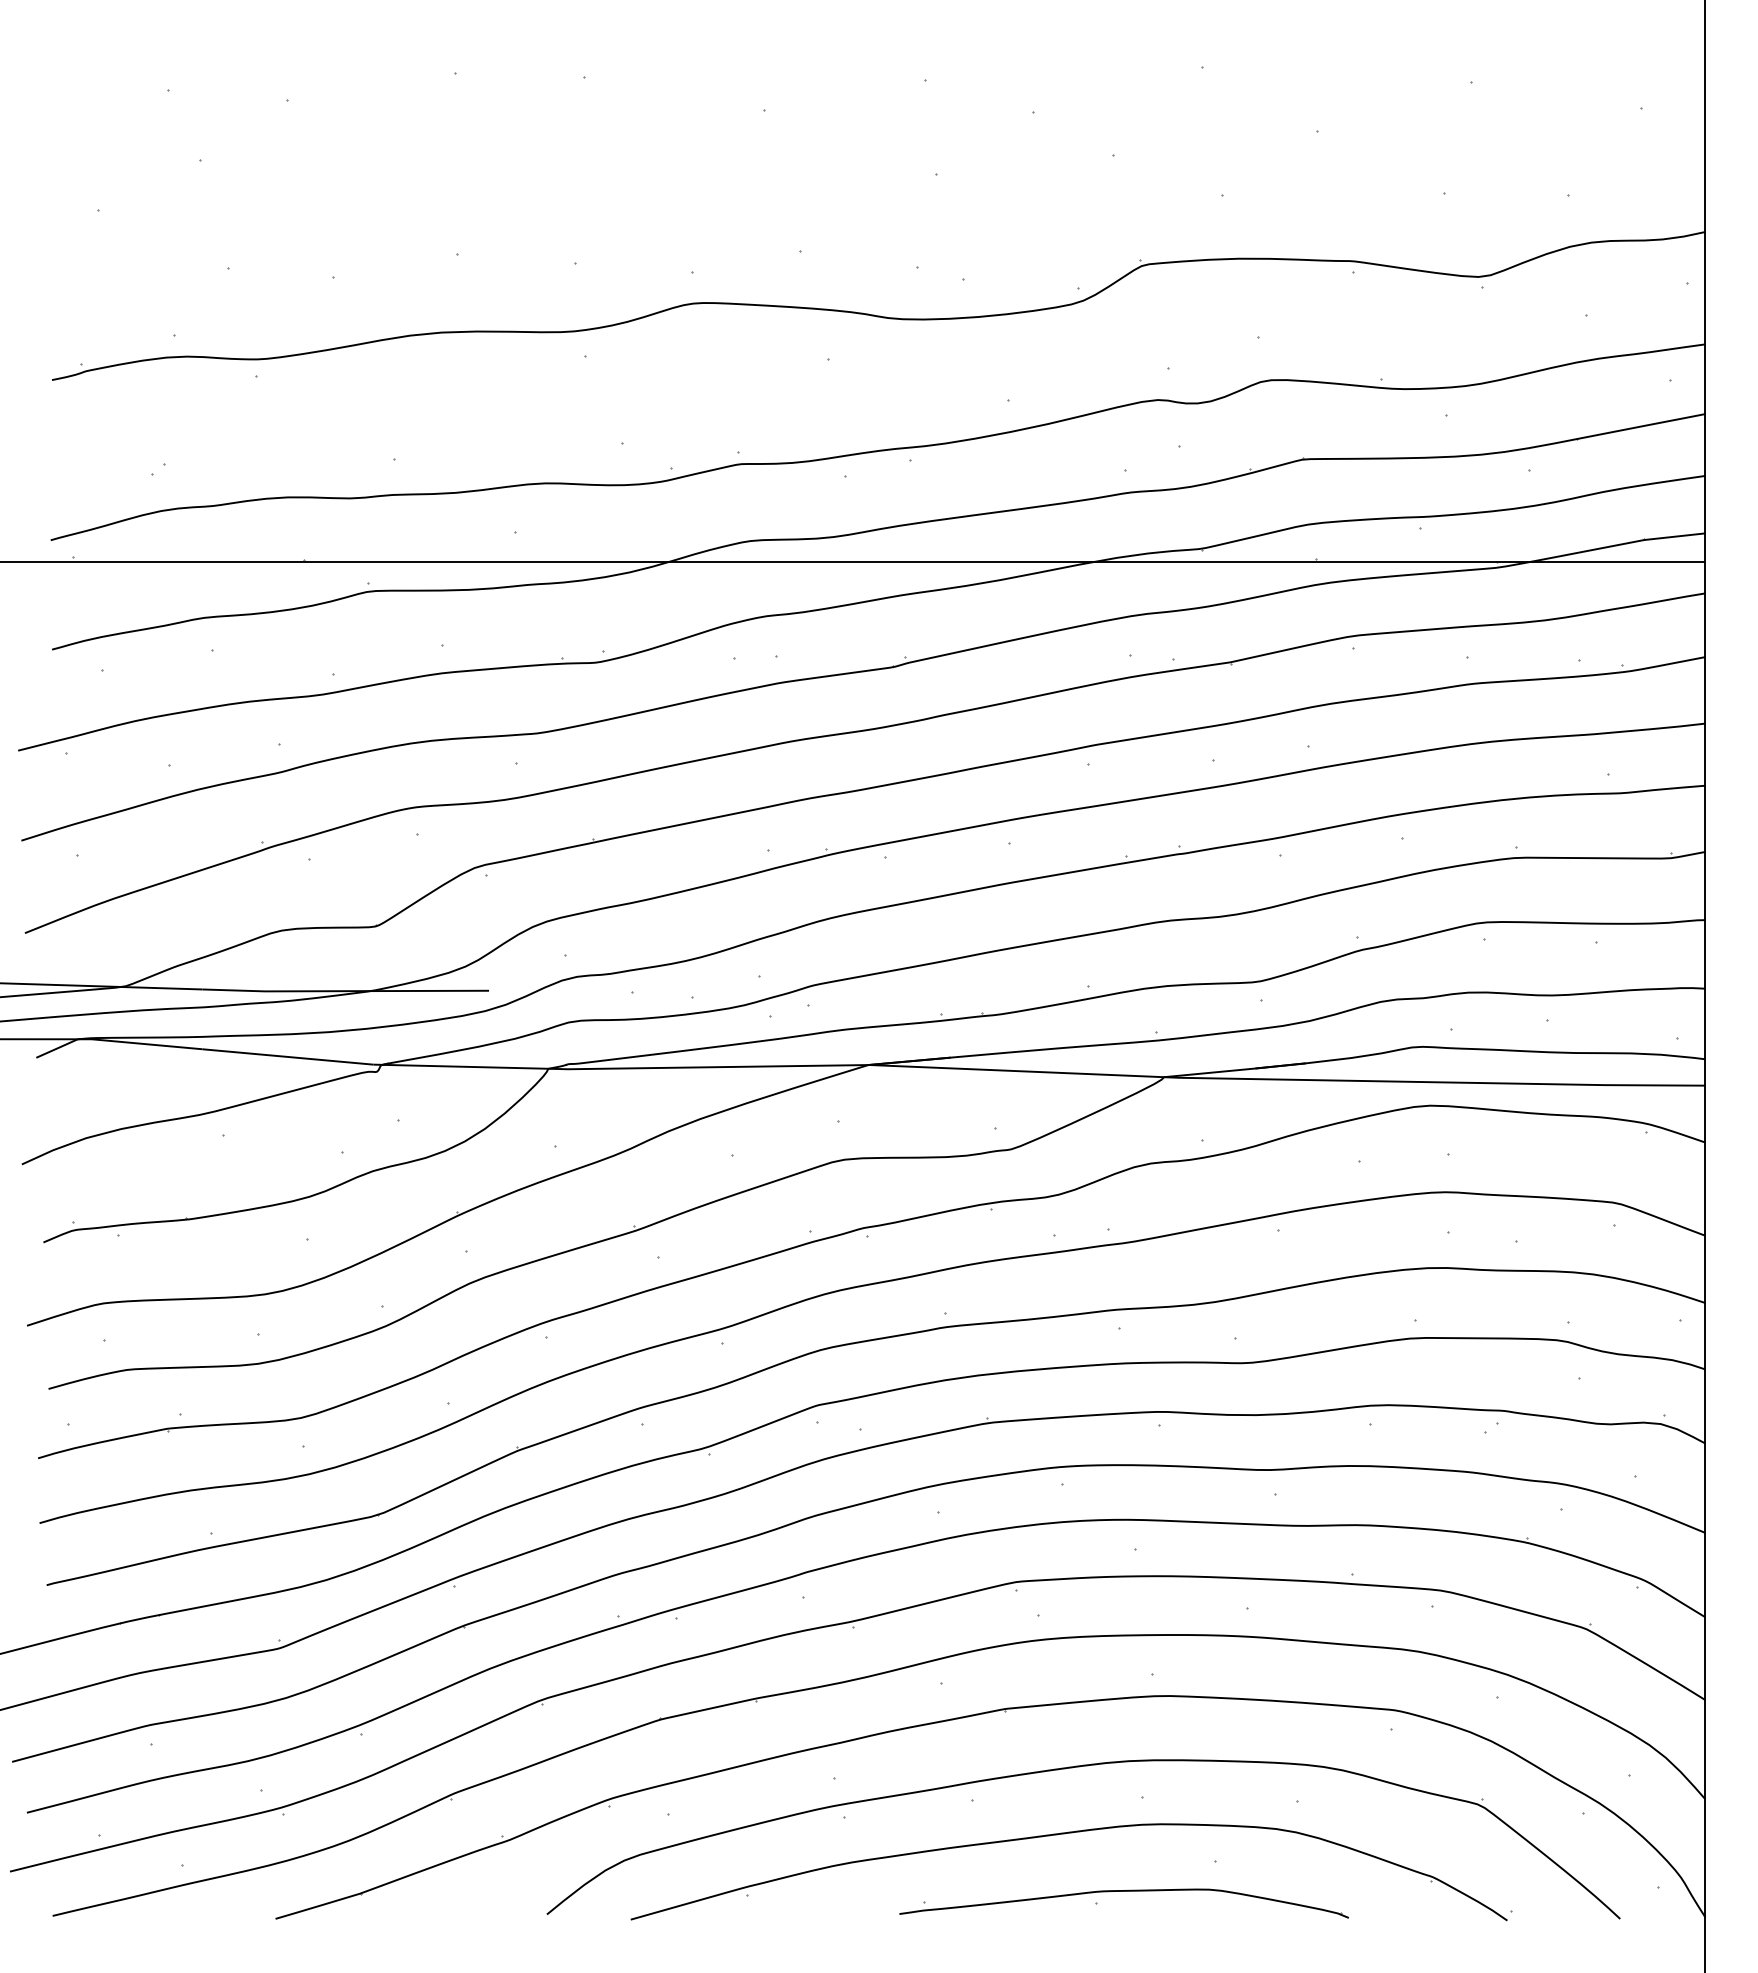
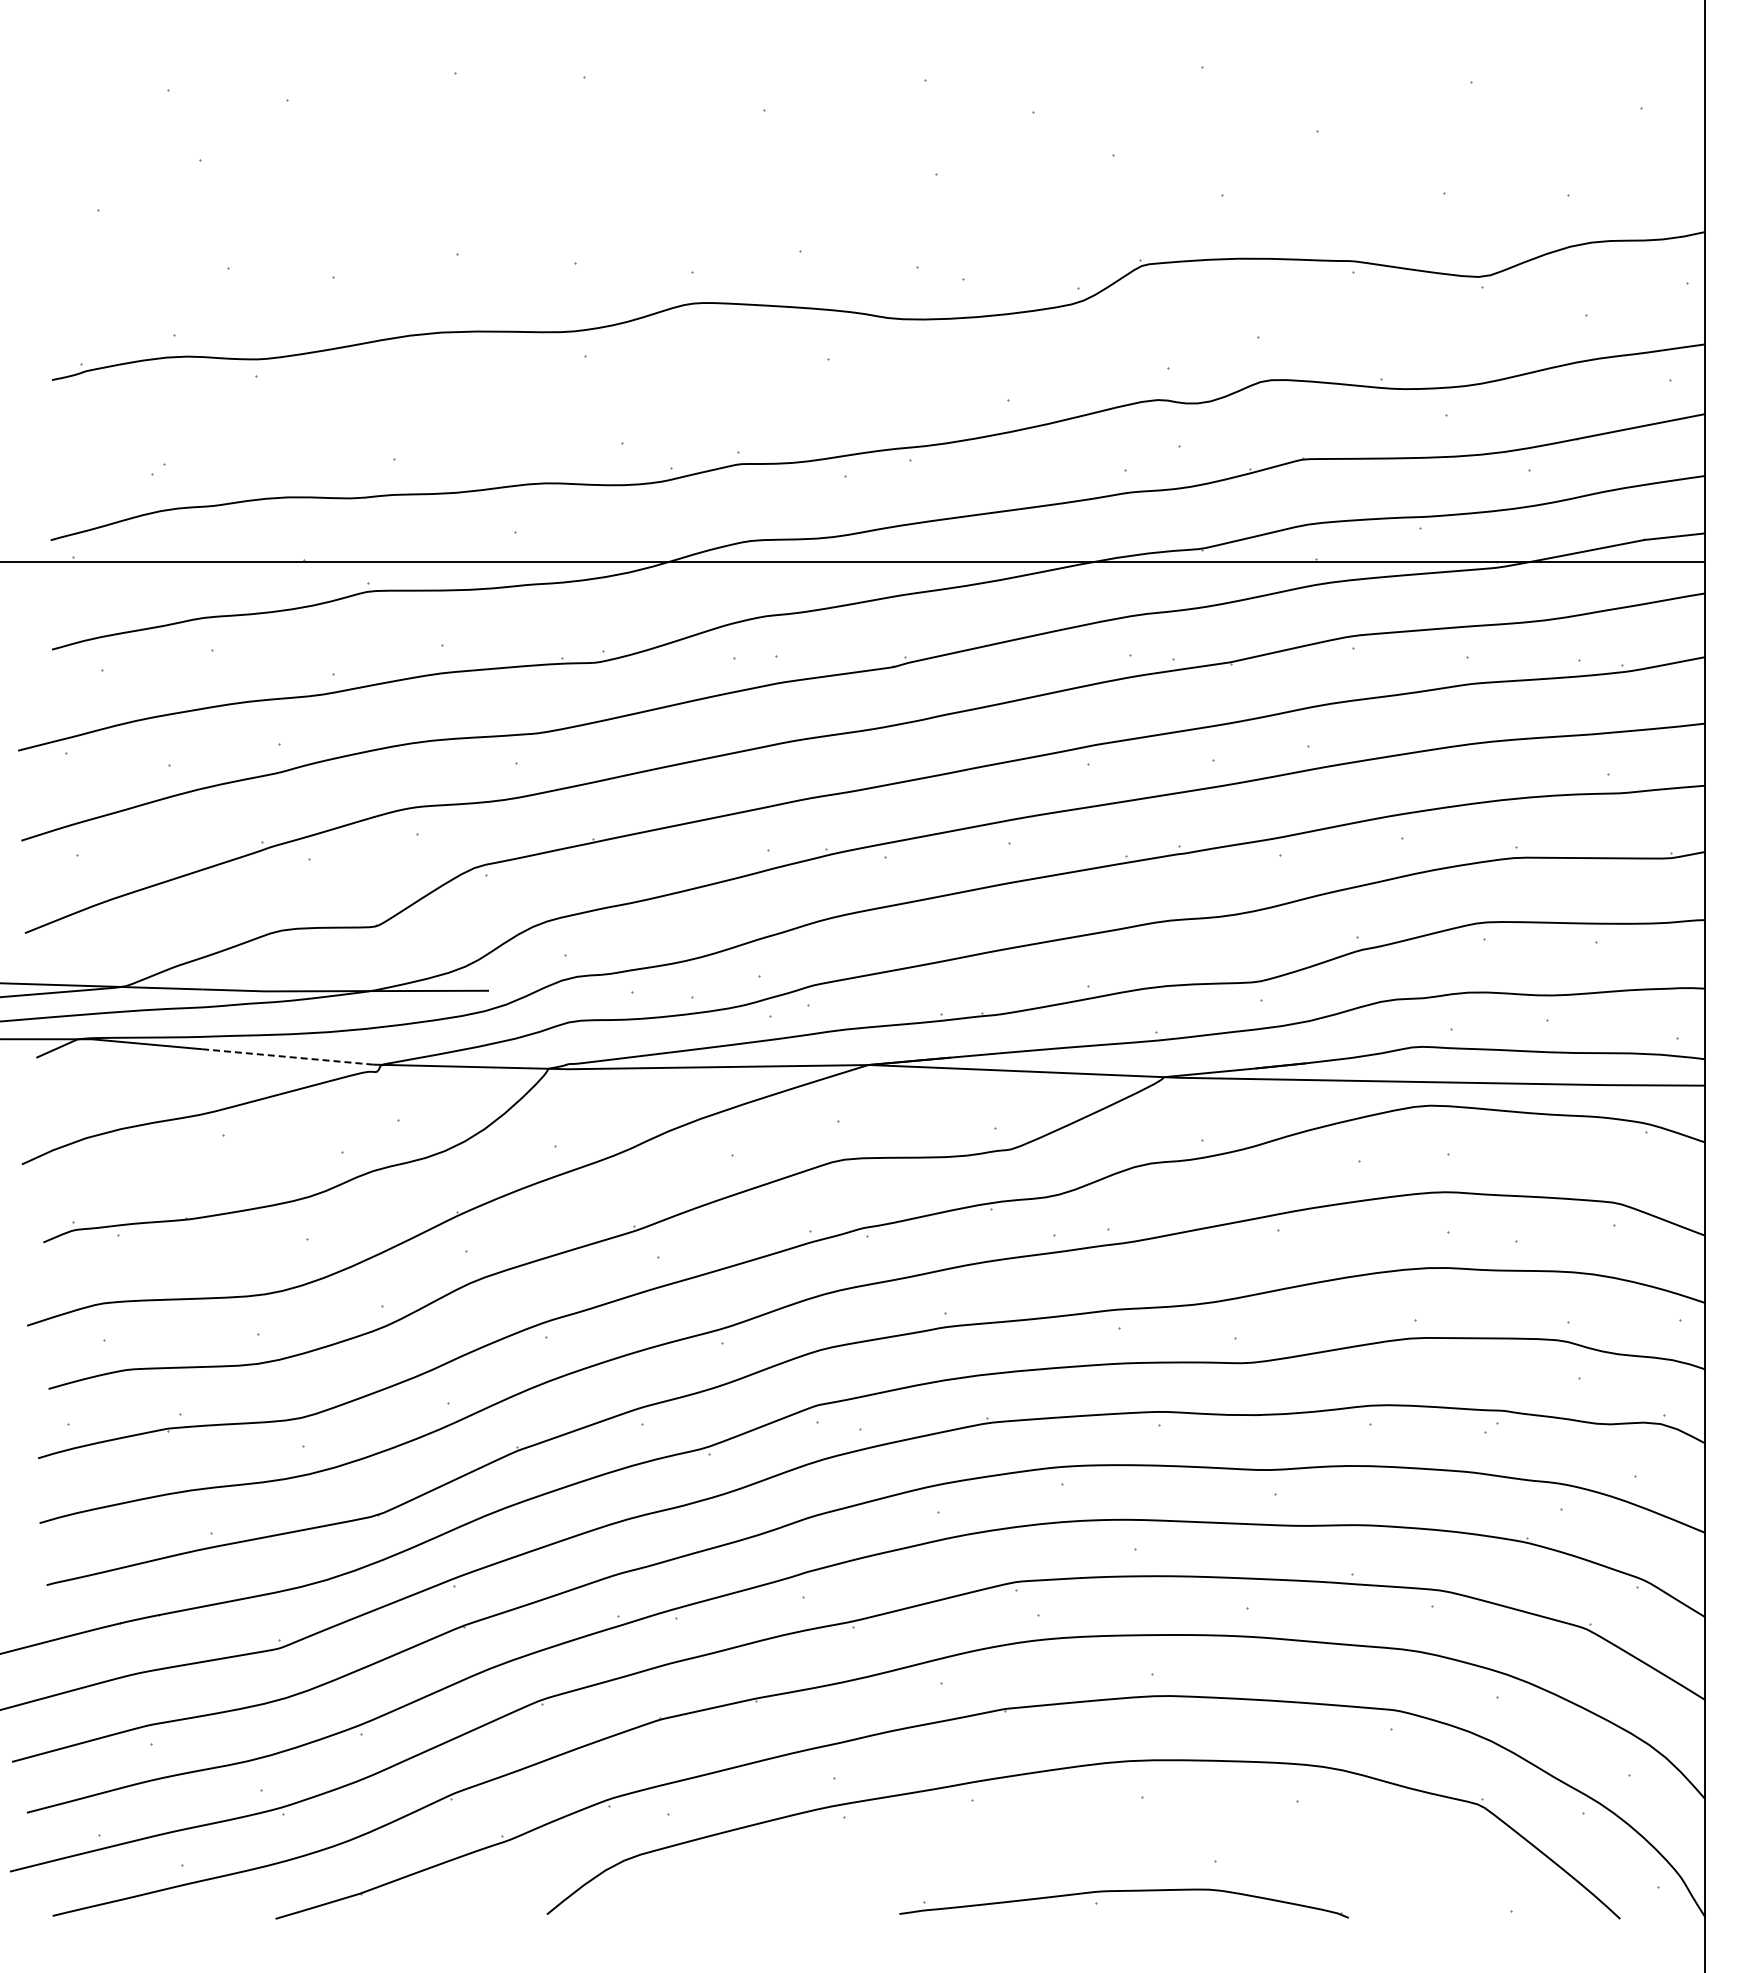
line at (287, 1056): solid -> dashed
part at (1065, 1834): present -> none
